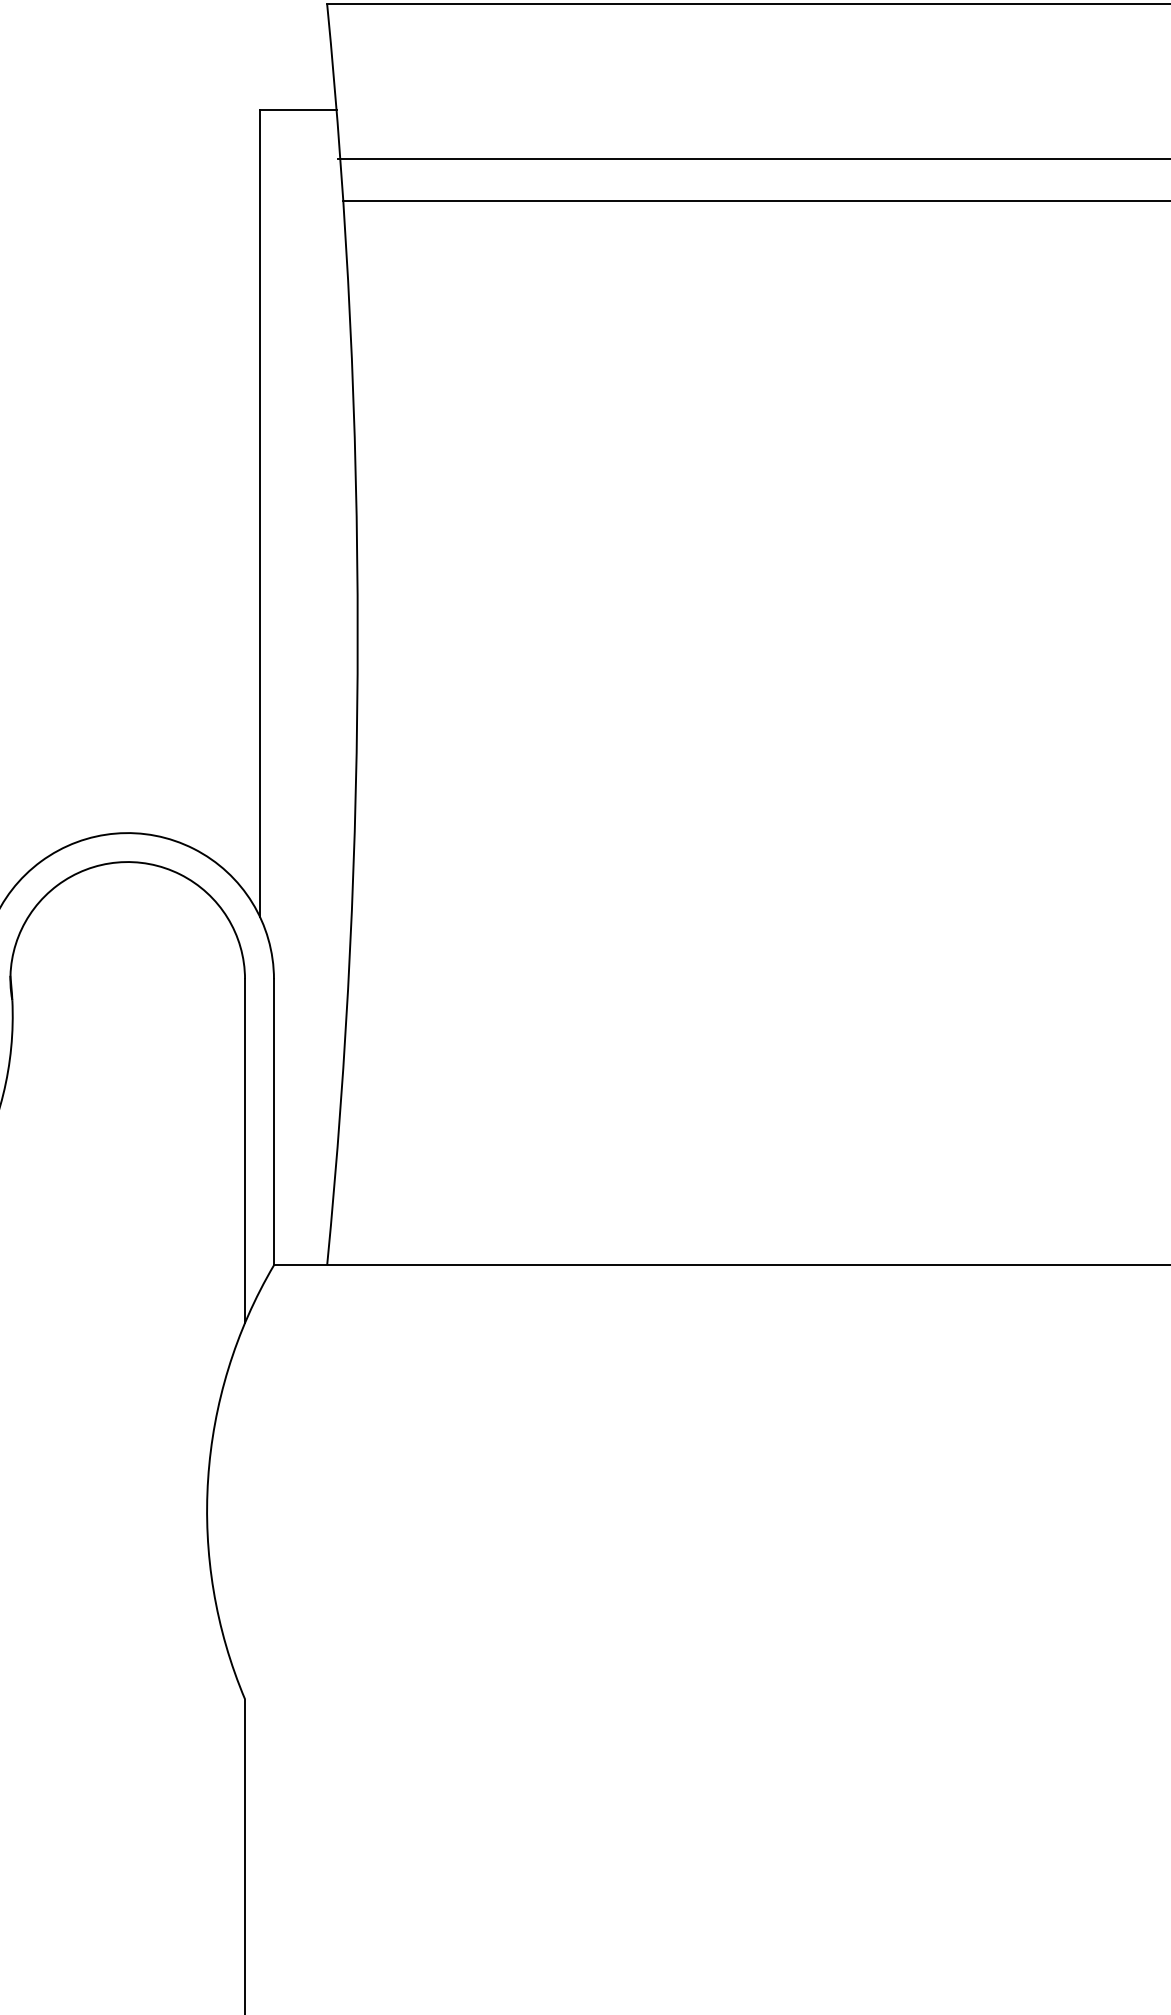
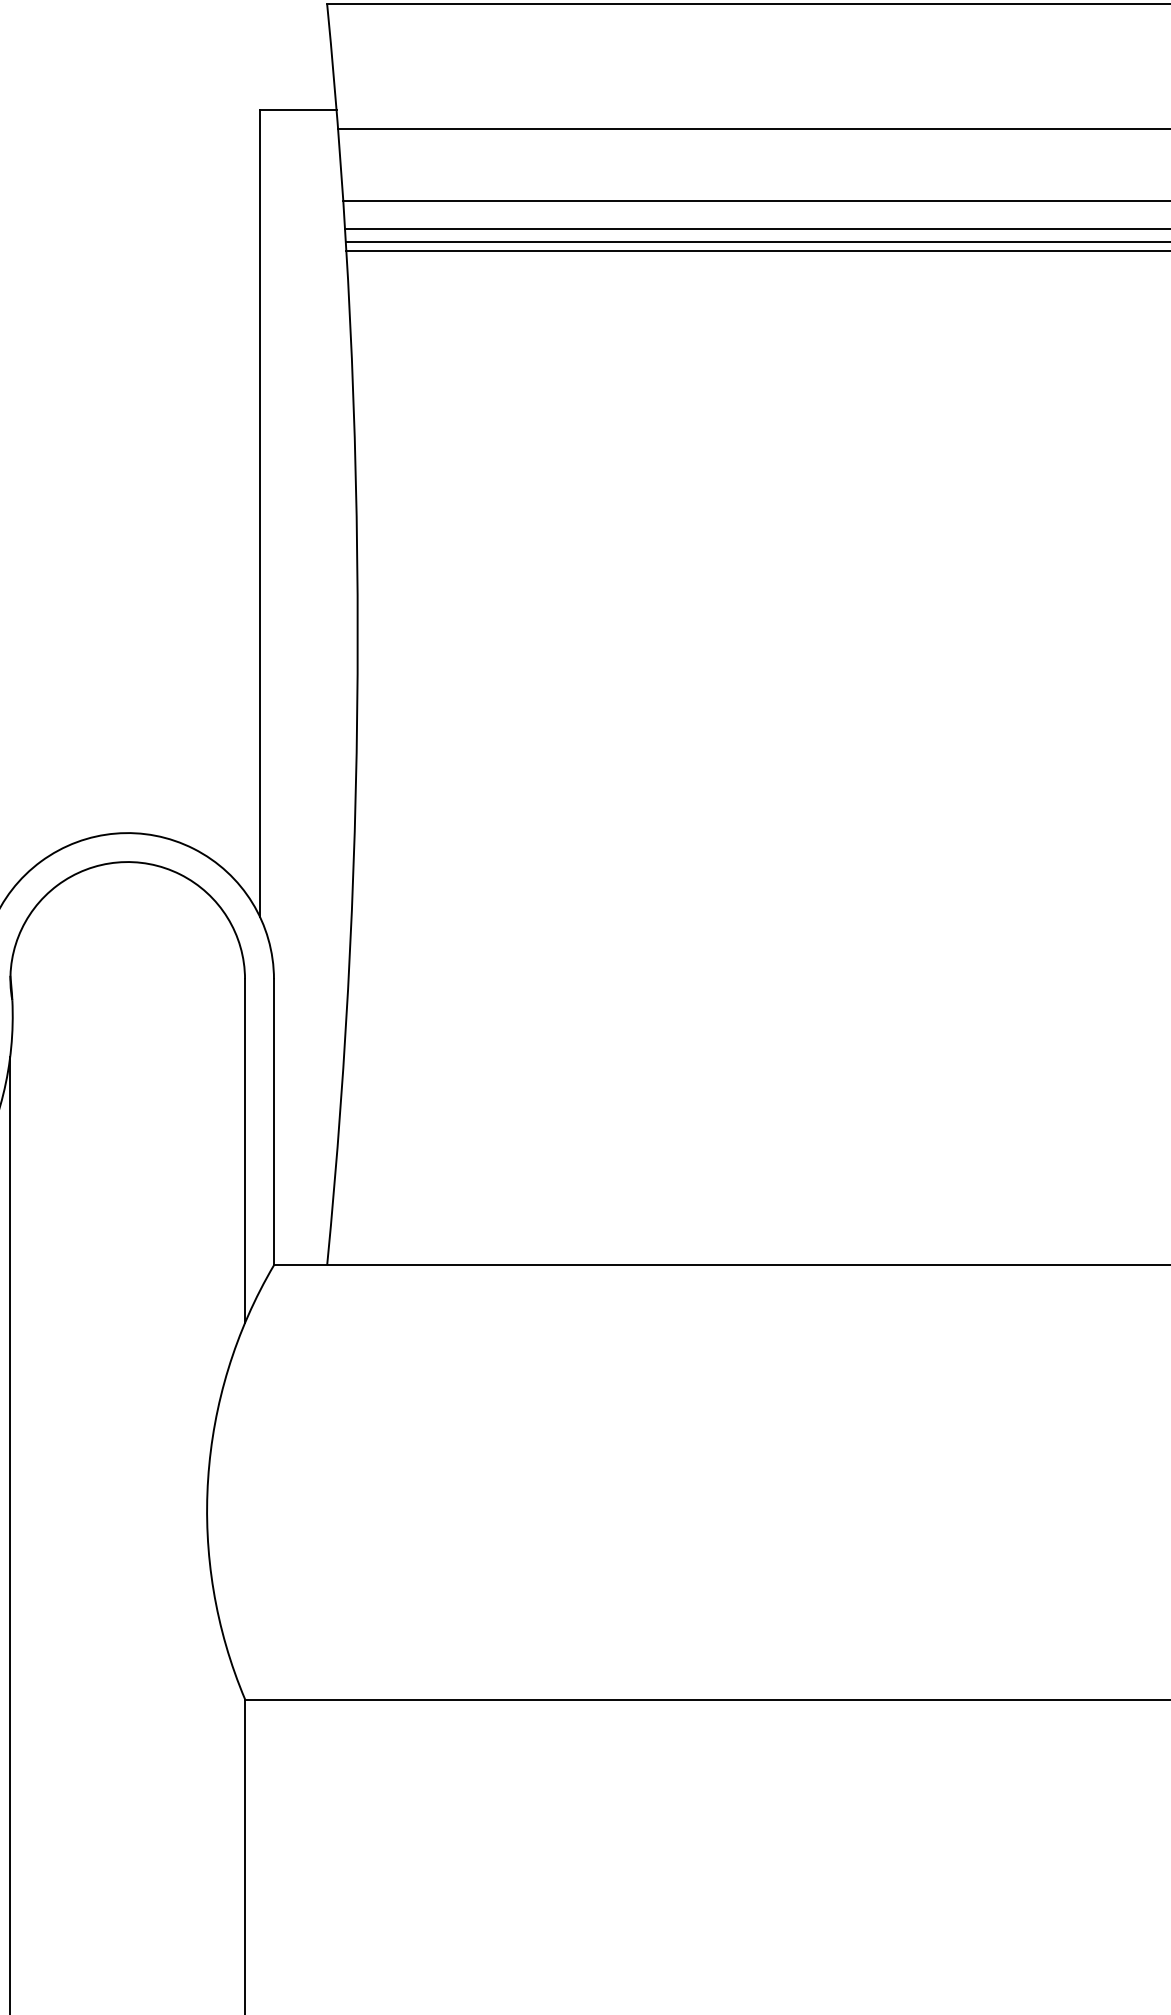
line at (752, 158) position: (752, 158) -> (752, 128)
line at (755, 228): none -> present
line at (756, 242): none -> present
line at (756, 251): none -> present
line at (10, 1533): none -> present
line at (706, 1699): none -> present
